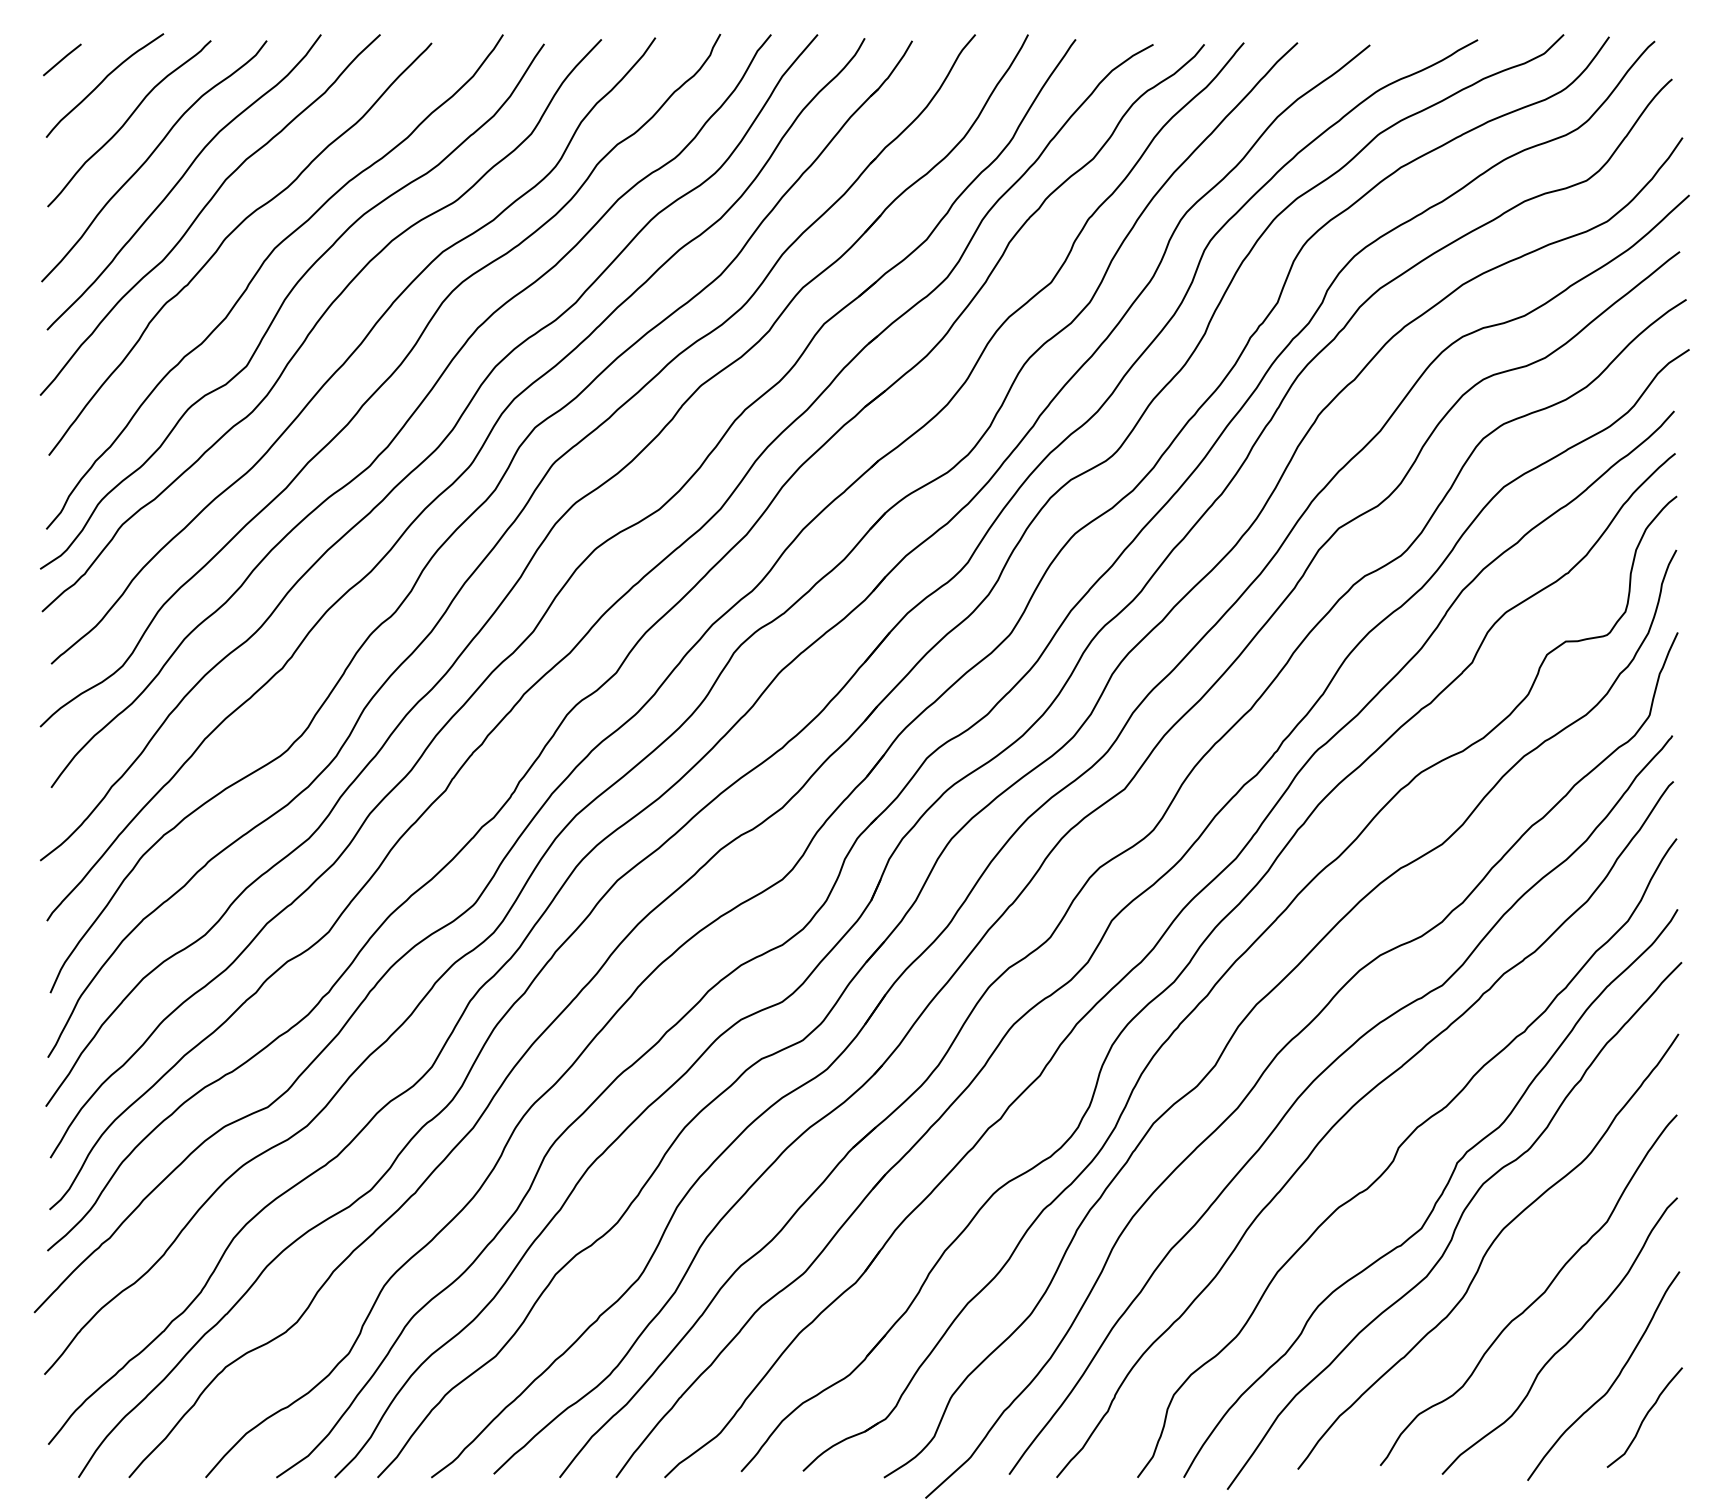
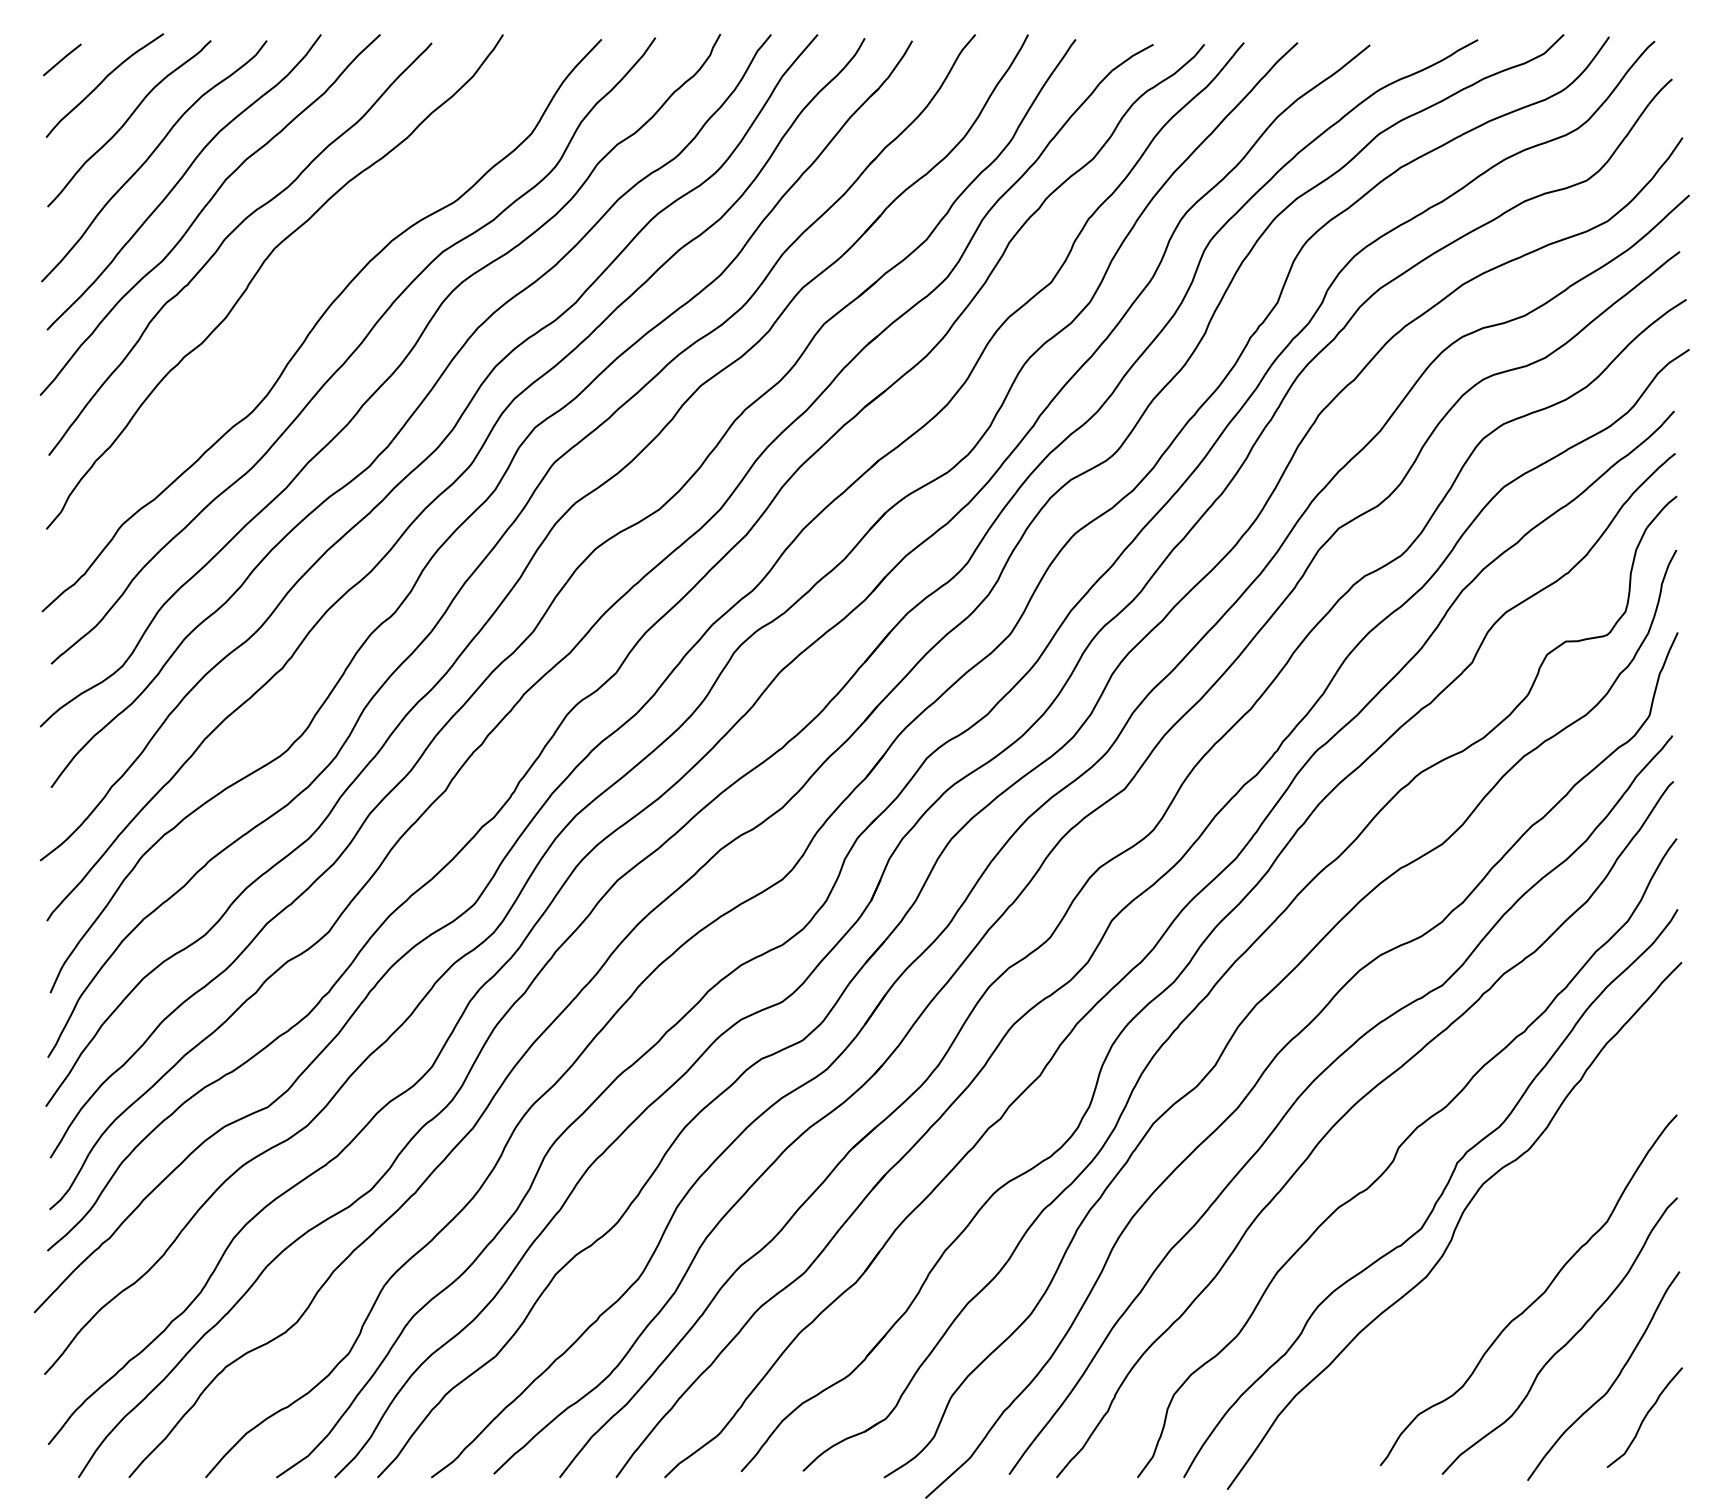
curve at (284, 302): present -> none
curve at (1488, 1250): present -> none
